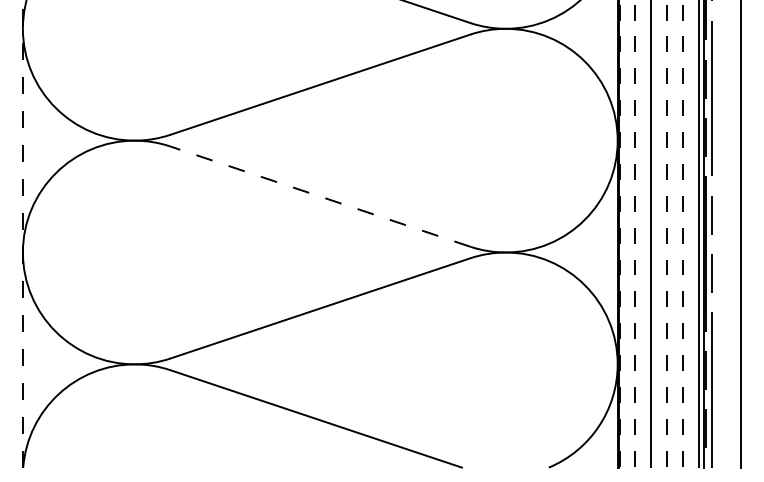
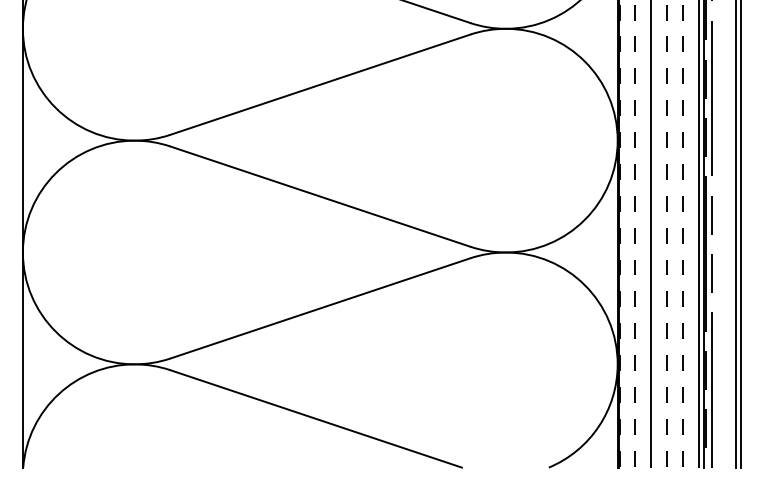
line at (319, 196): dashed -> solid
line at (22, 233): dashed -> solid
line at (735, 234): none -> present
